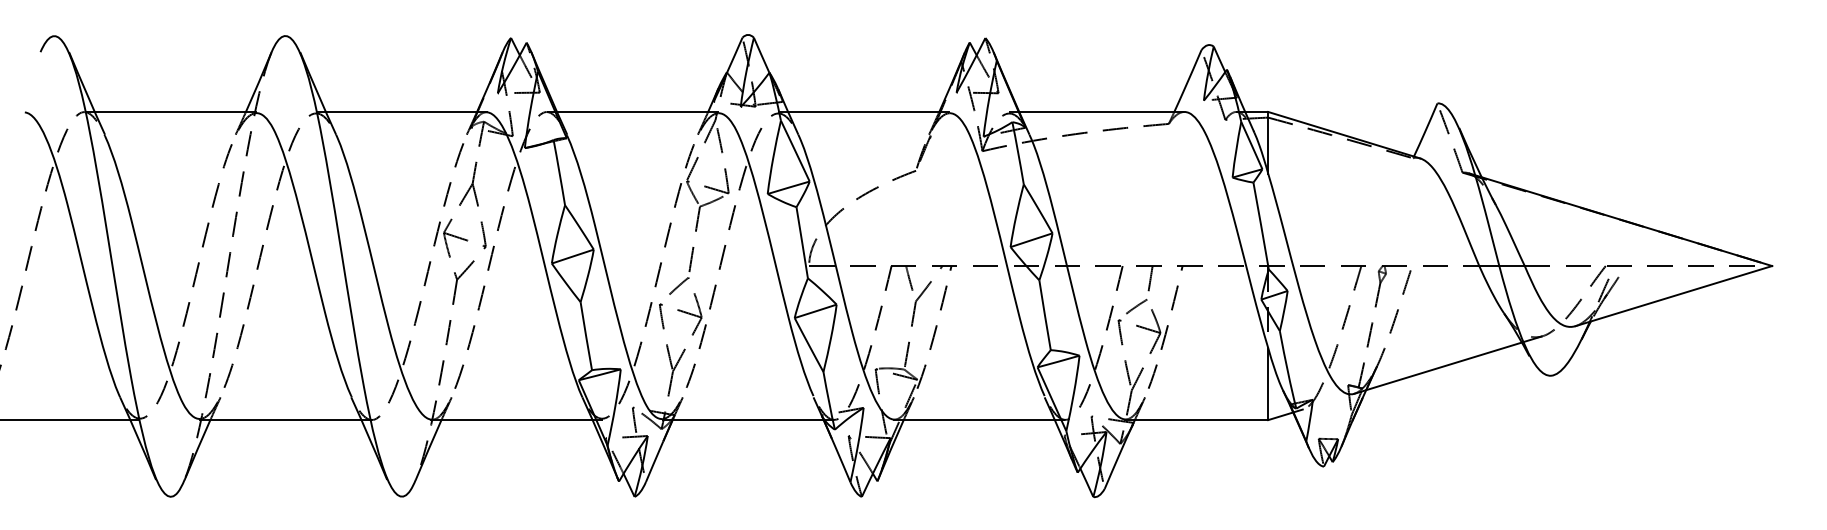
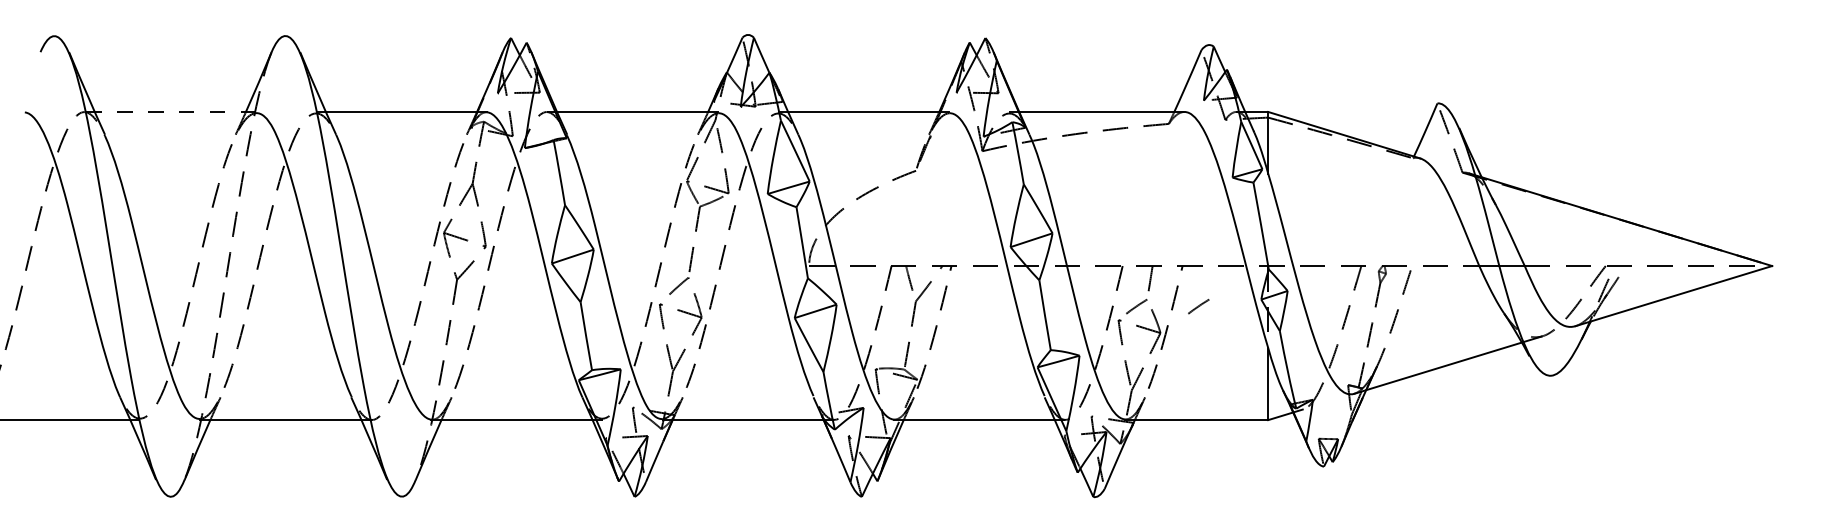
line at (175, 111): solid -> dashed
line at (1198, 306): none -> present
